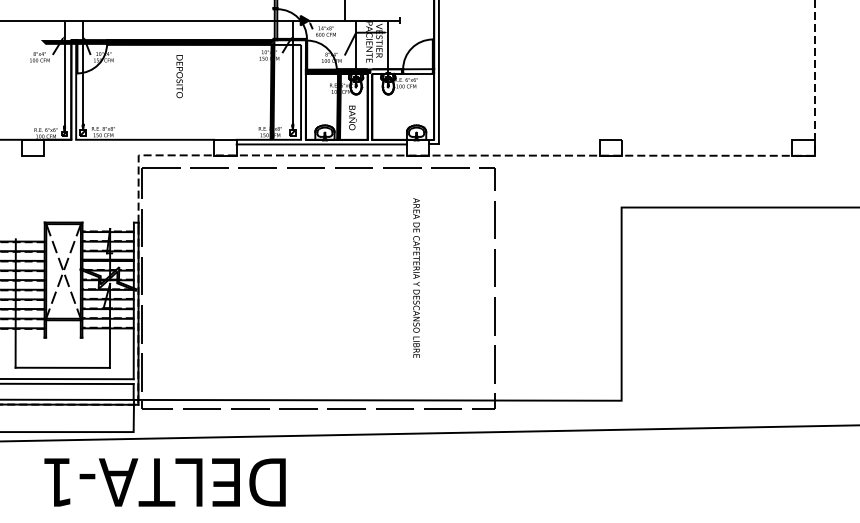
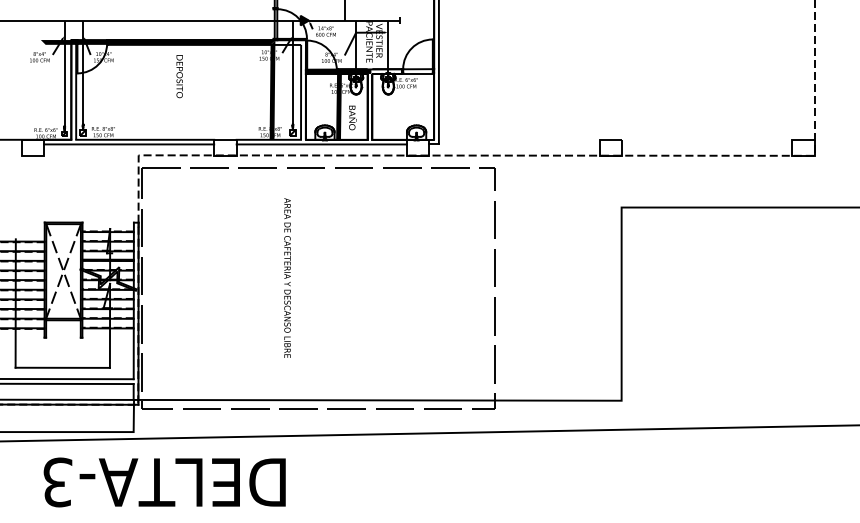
line at (128, 144): none -> present
text at (416, 277) position: (416, 277) -> (287, 277)
text at (57, 482): DELTA-1 -> DELTA-3
